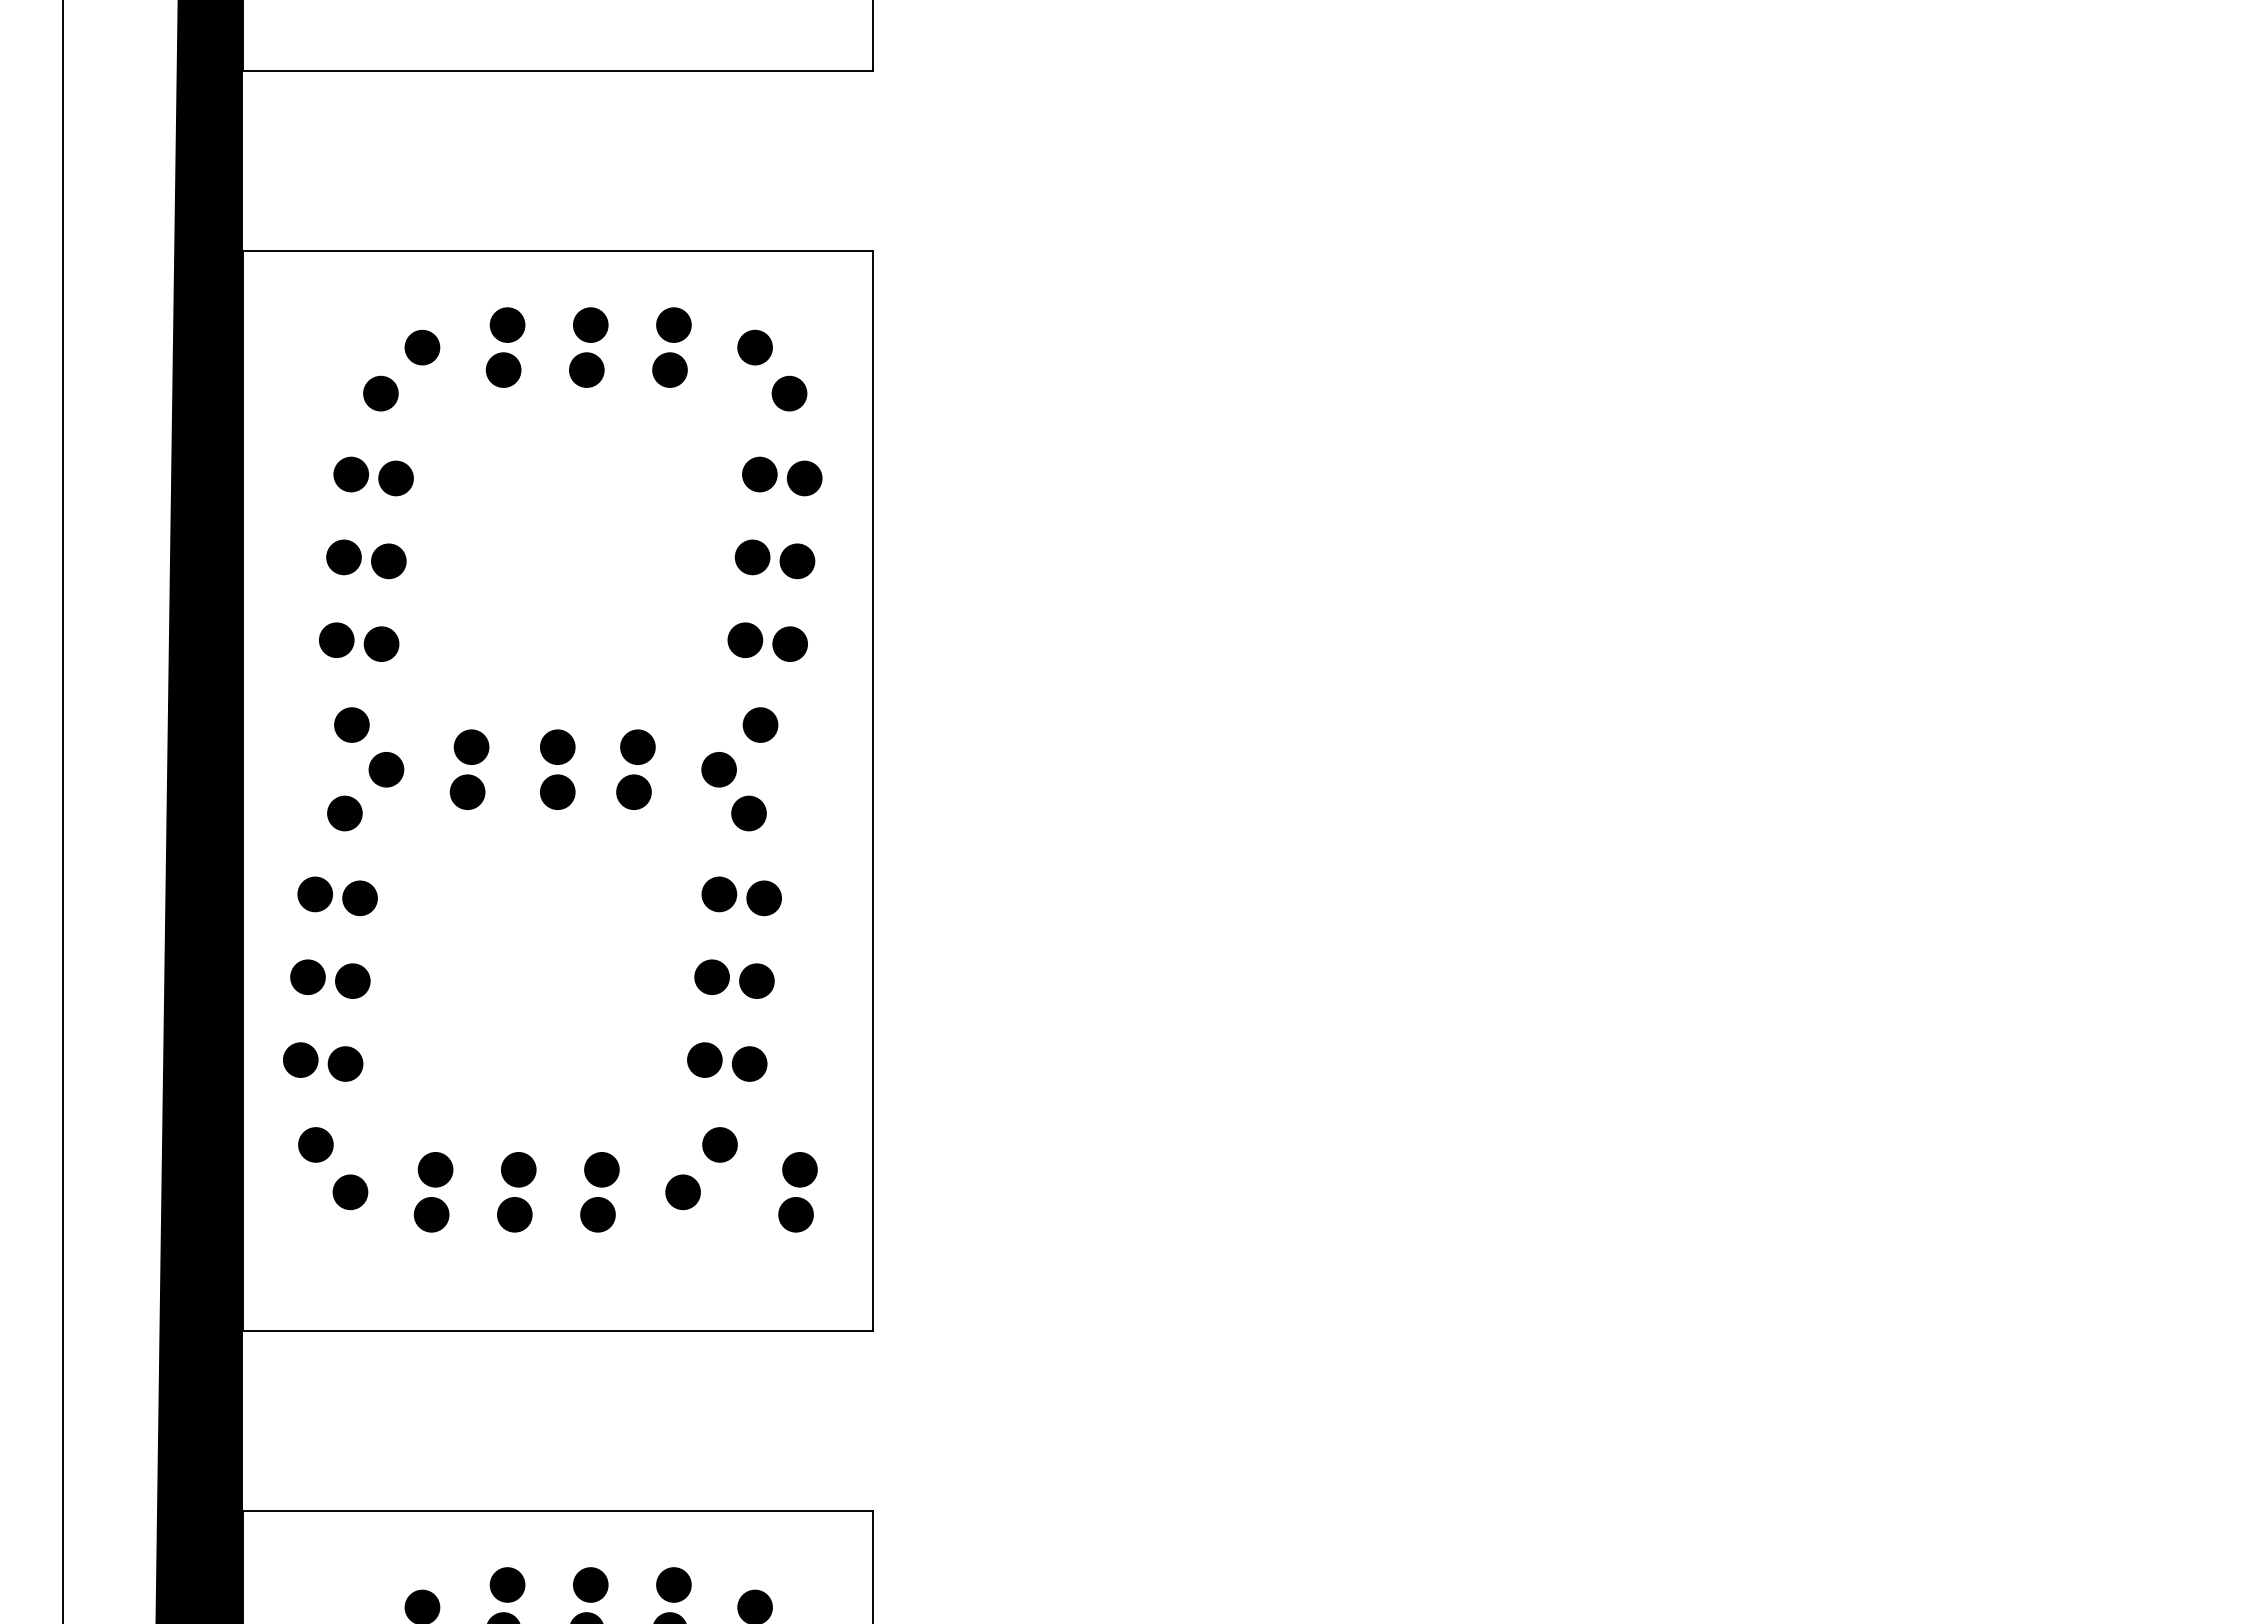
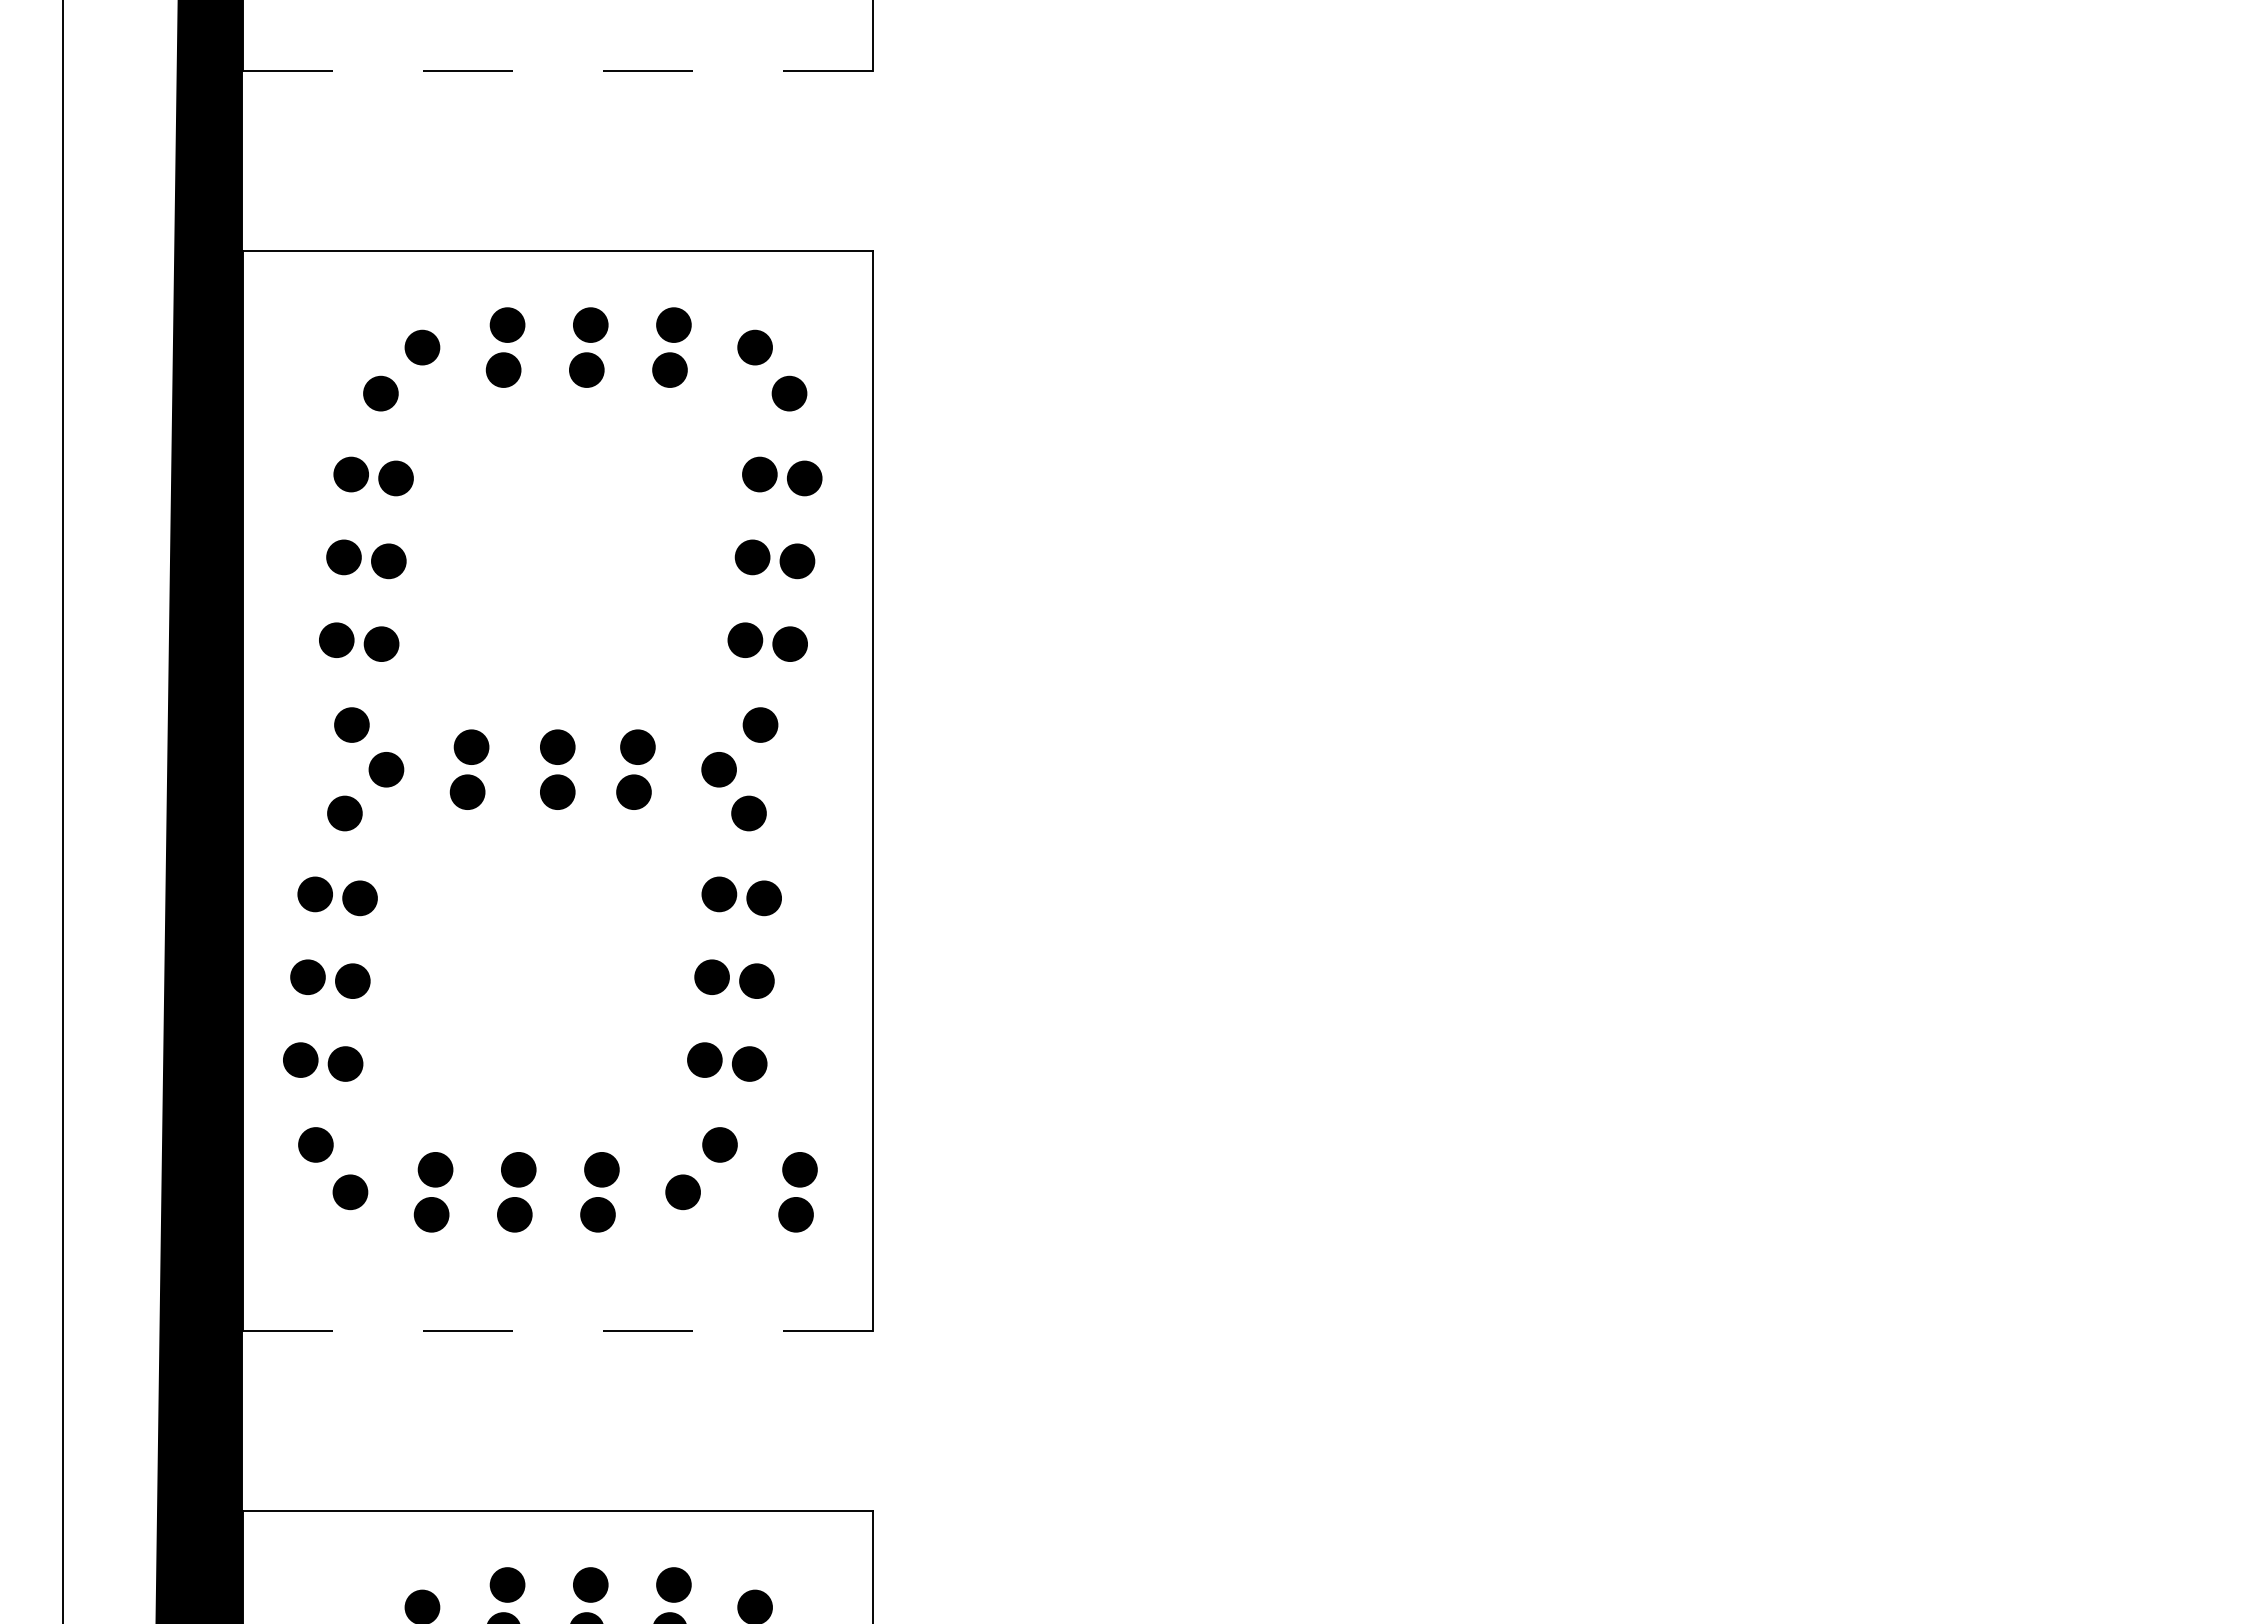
line at (557, 70): solid -> dashed
line at (557, 1330): solid -> dashed
